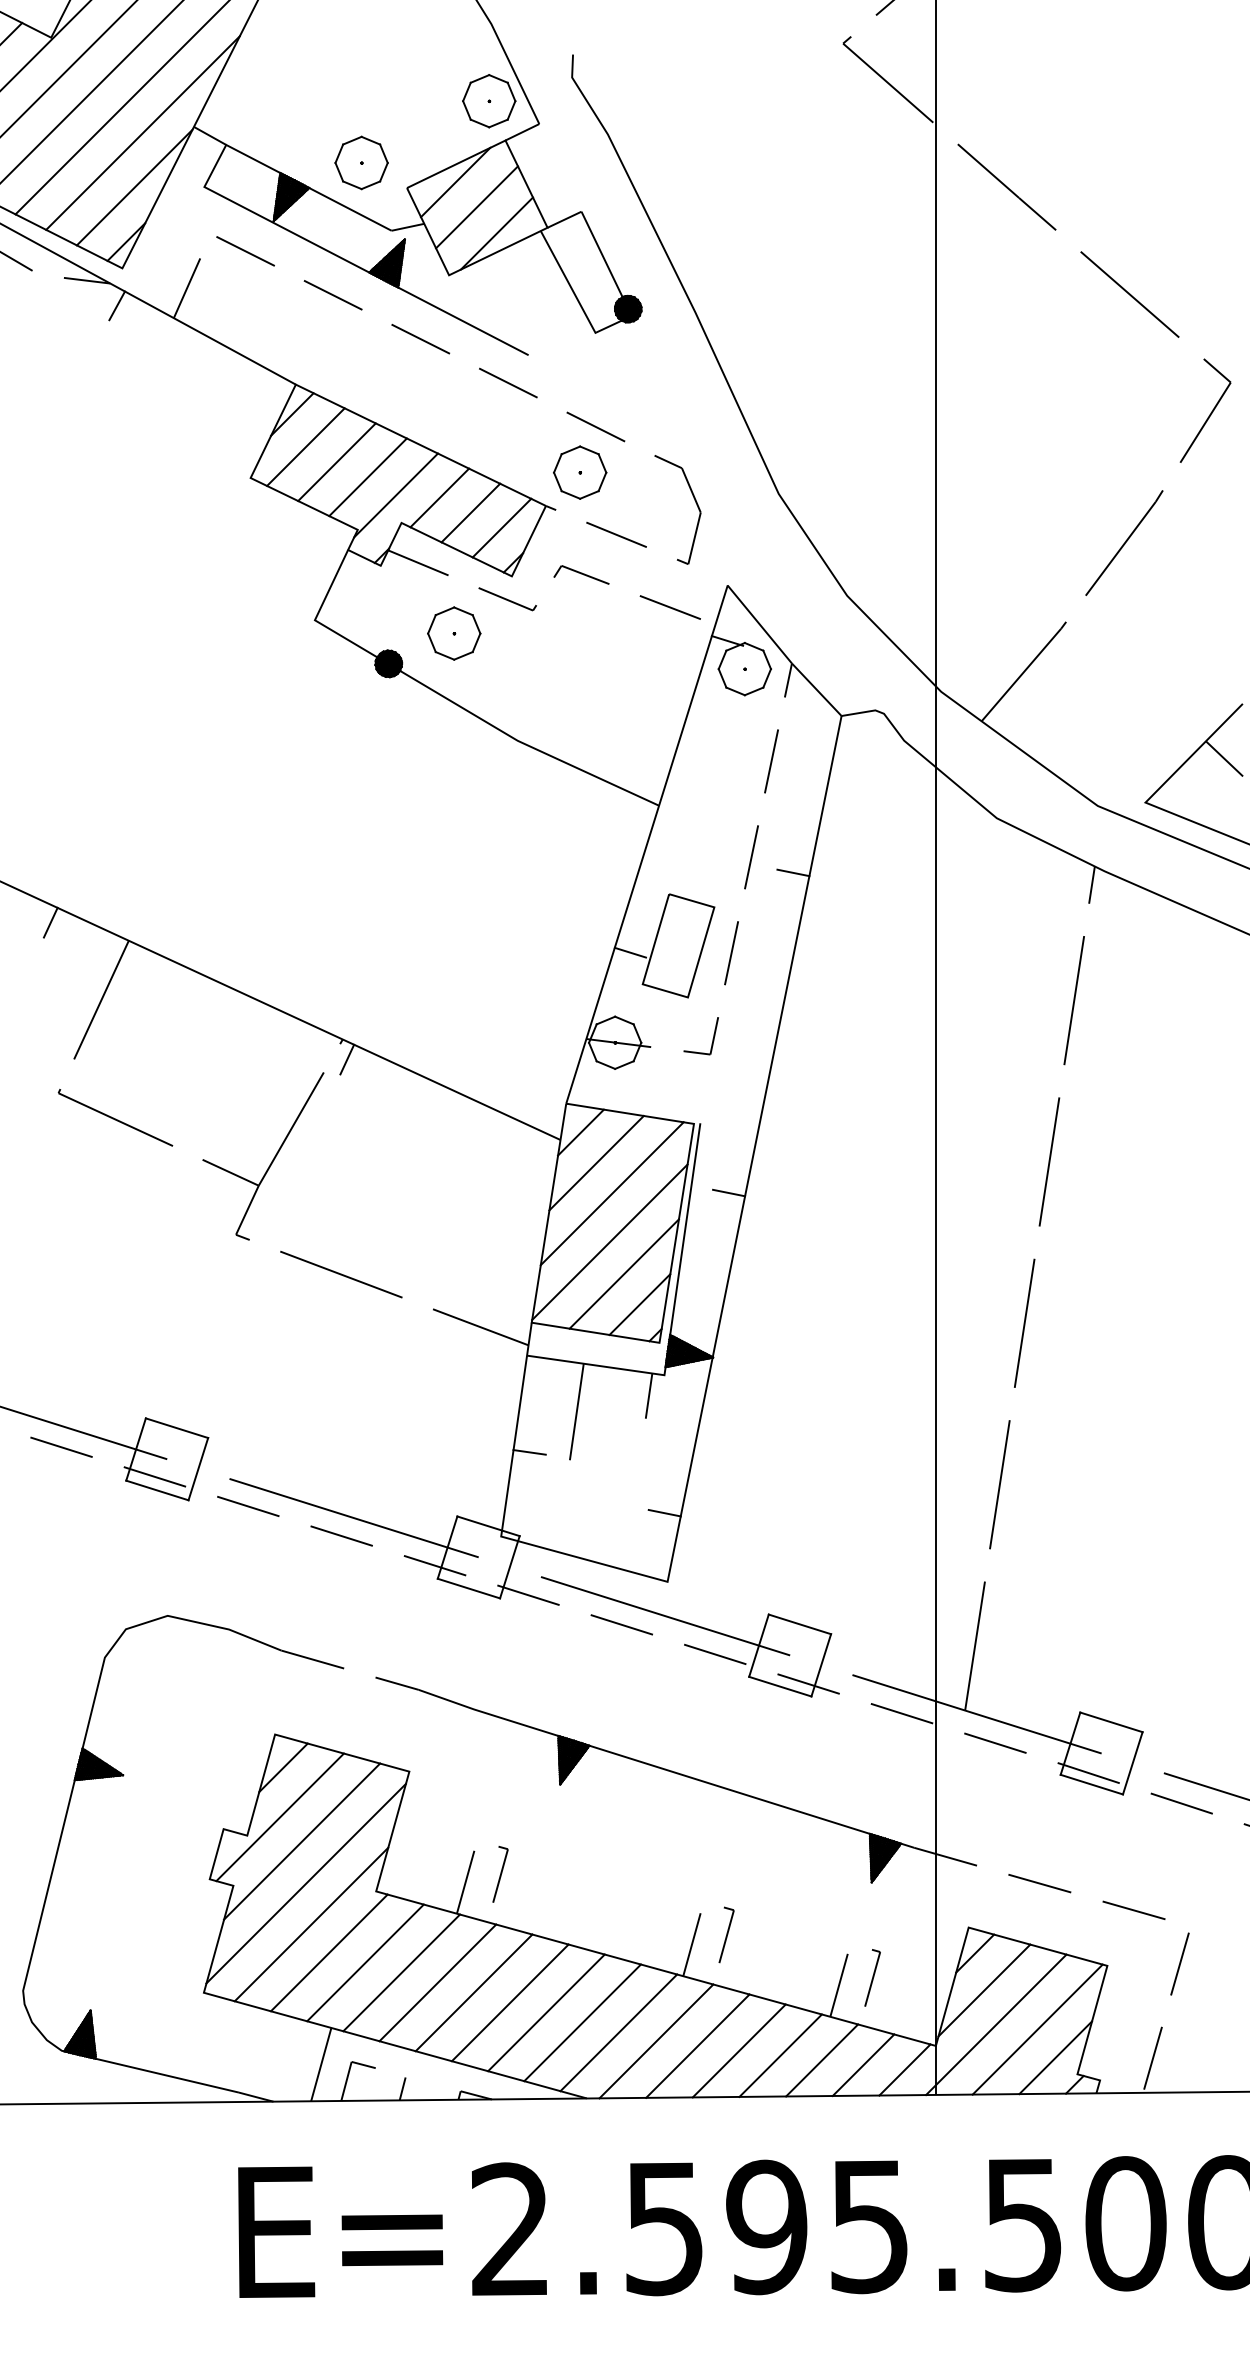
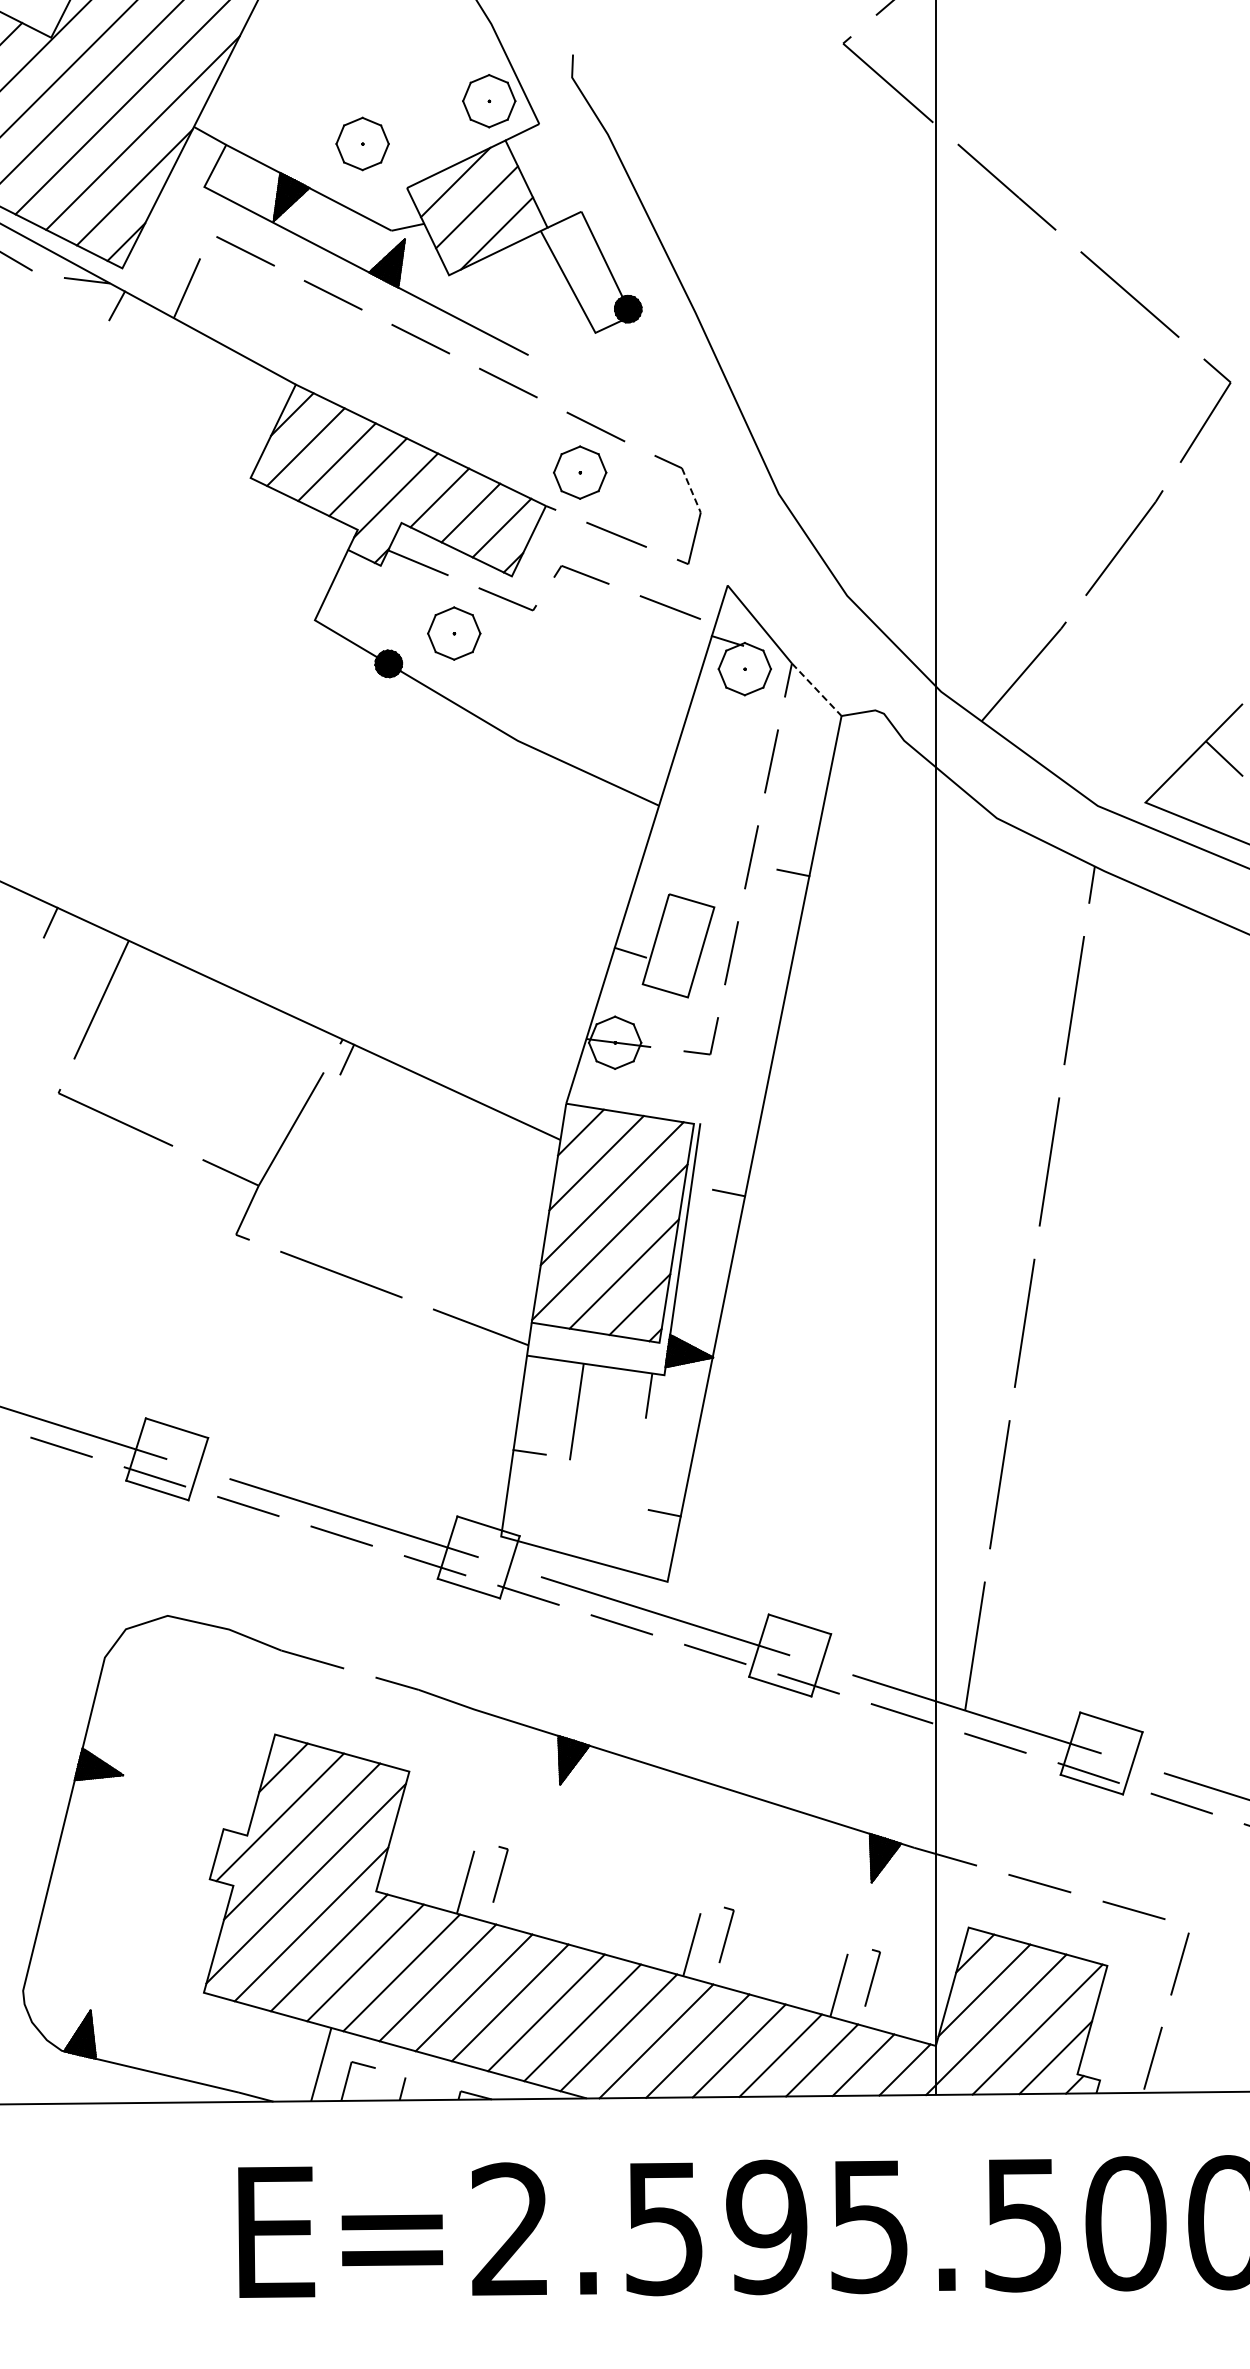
part at (361, 162) position: (361, 162) -> (362, 143)
line at (691, 490): solid -> dashed
line at (817, 690): solid -> dashed
